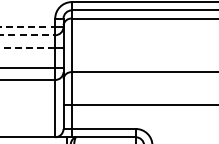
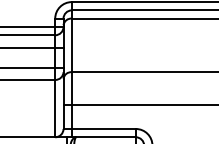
line at (28, 26): dashed -> solid
line at (28, 35): dashed -> solid
line at (27, 47): dashed -> solid
